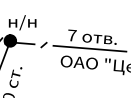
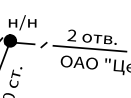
text at (71, 35): 7 -> 2
